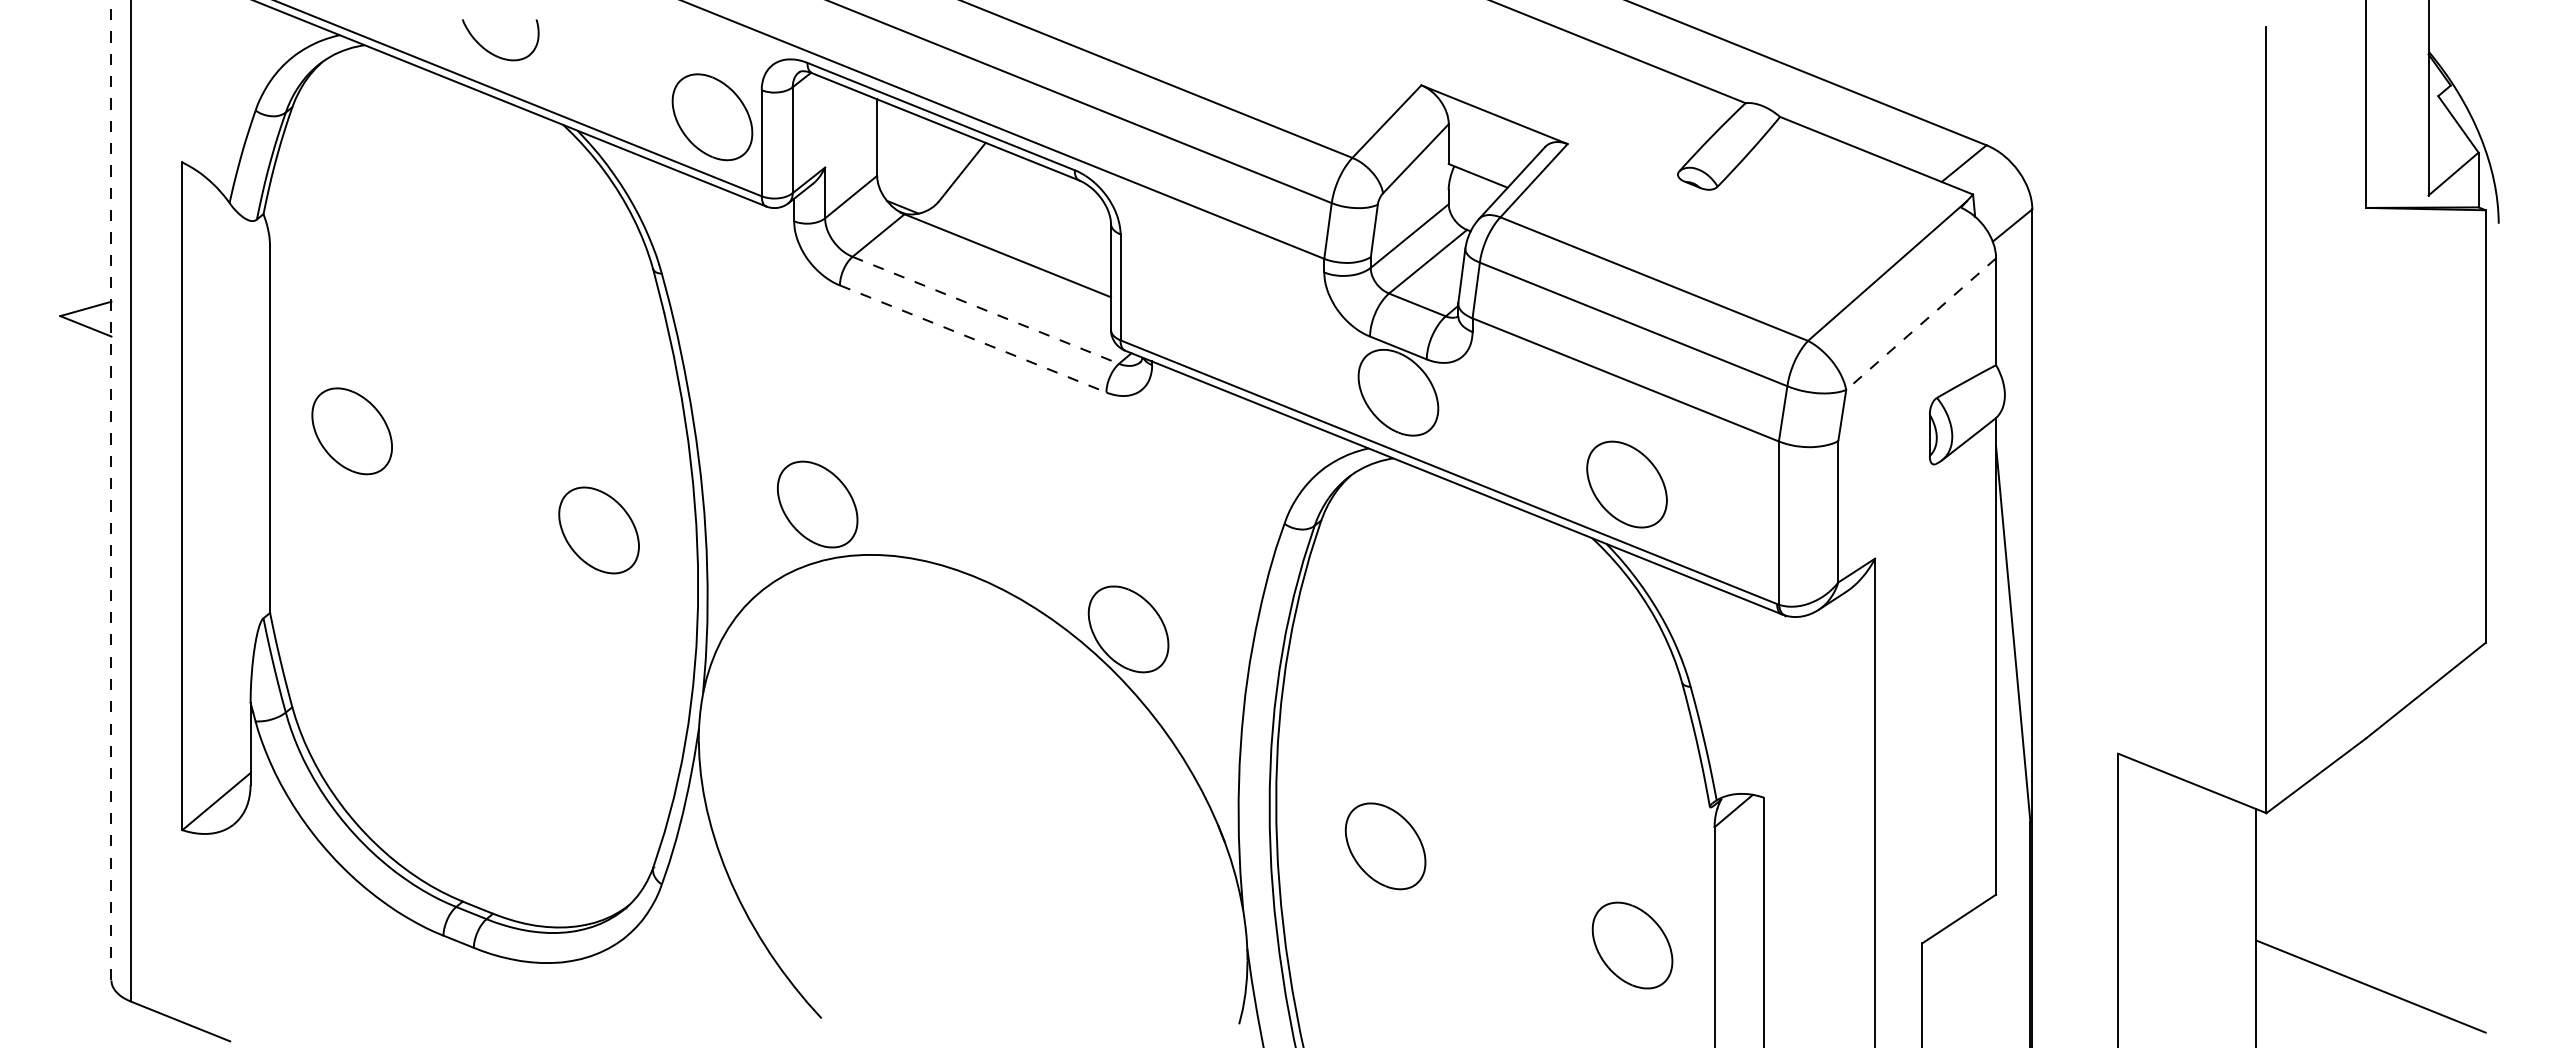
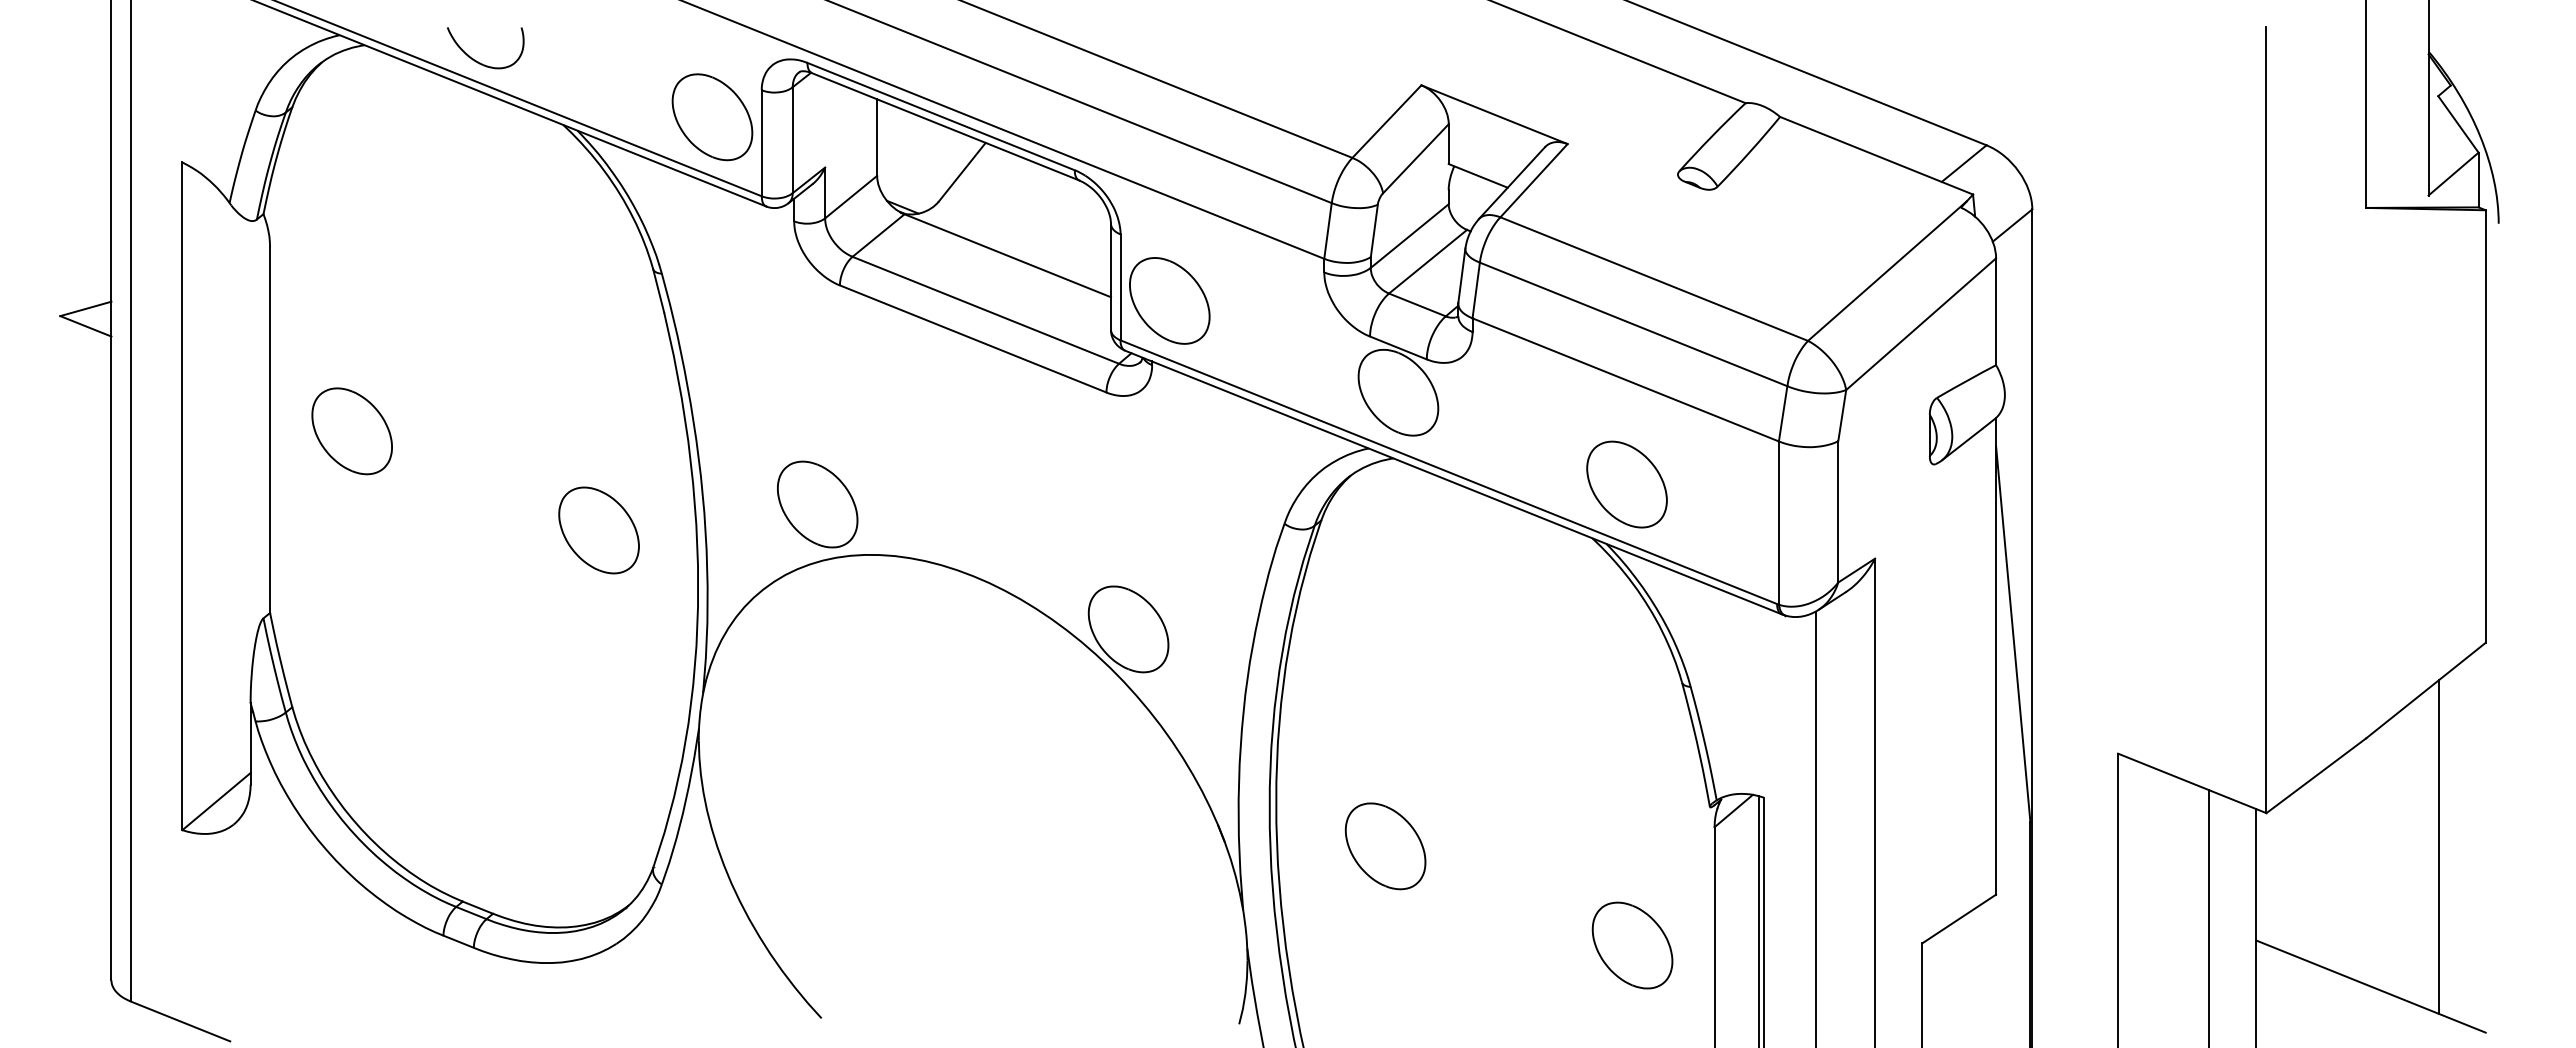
part at (493, 53) position: (493, 53) -> (478, 61)
part at (1169, 300): none -> present
line at (985, 310): dashed -> solid
line at (1921, 324): dashed -> solid
line at (973, 338): dashed -> solid
line at (111, 490): dashed -> solid
line at (1815, 827): none -> present
line at (2439, 846): none -> present
line at (2209, 917): none -> present
line at (1758, 920): none -> present
